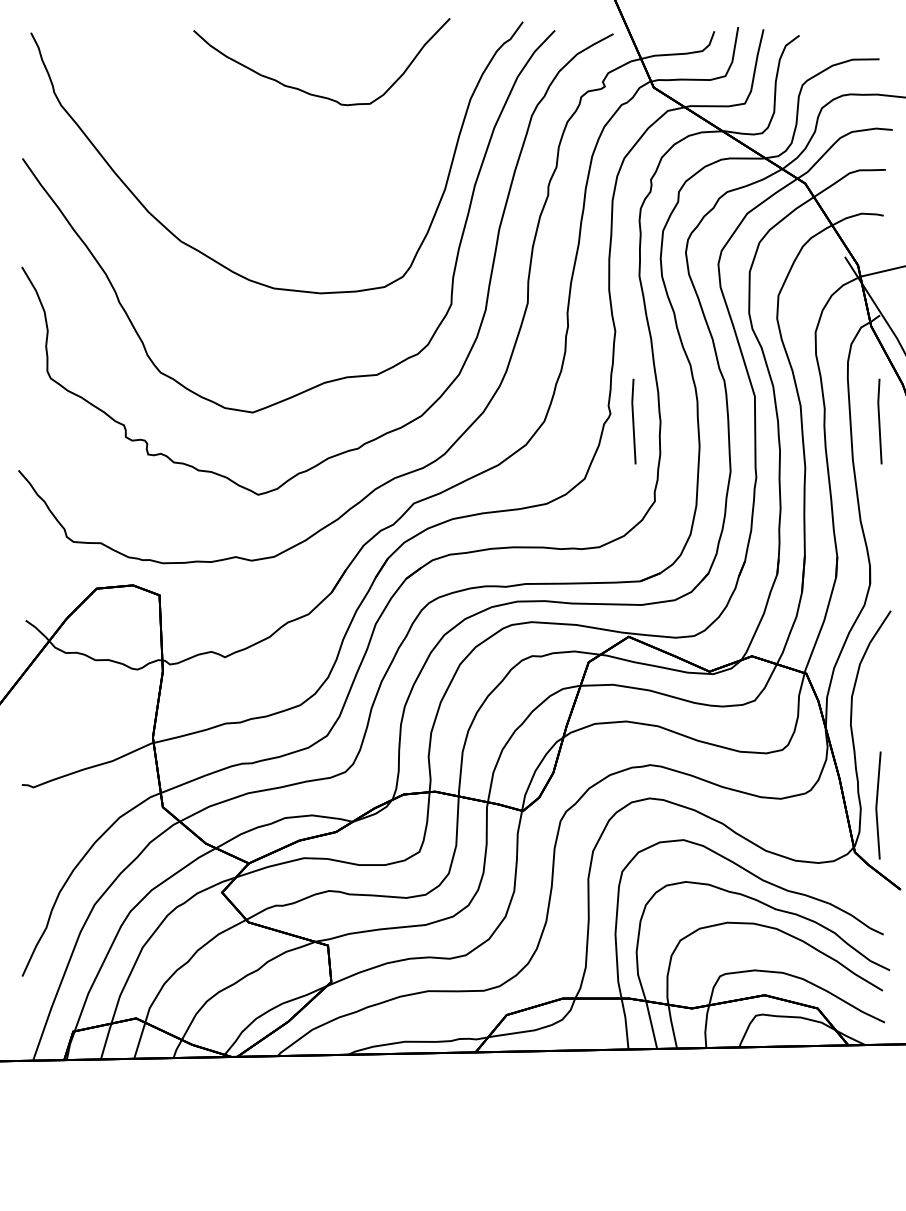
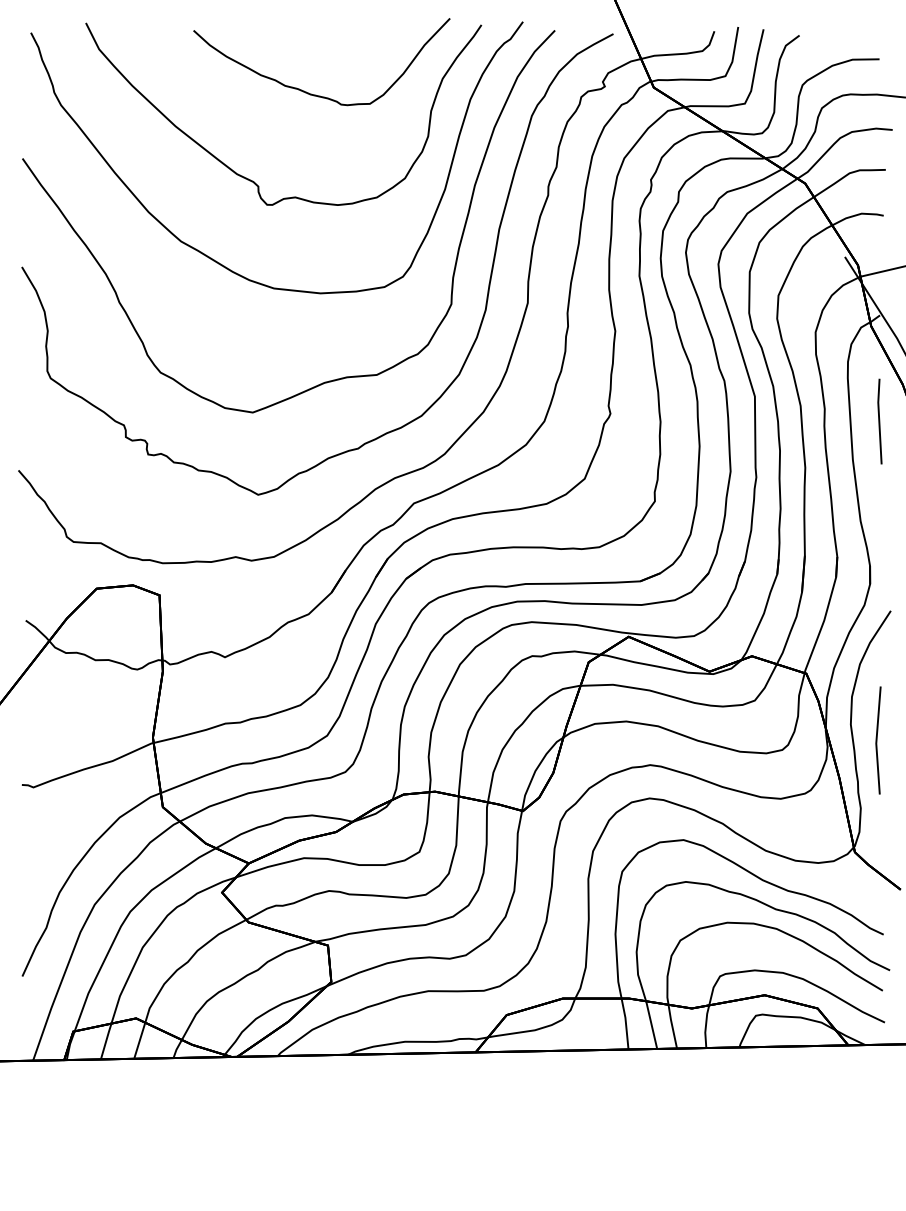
curve at (250, 179): none -> present
line at (633, 421): present -> none
line at (877, 805) position: (877, 805) -> (877, 740)
